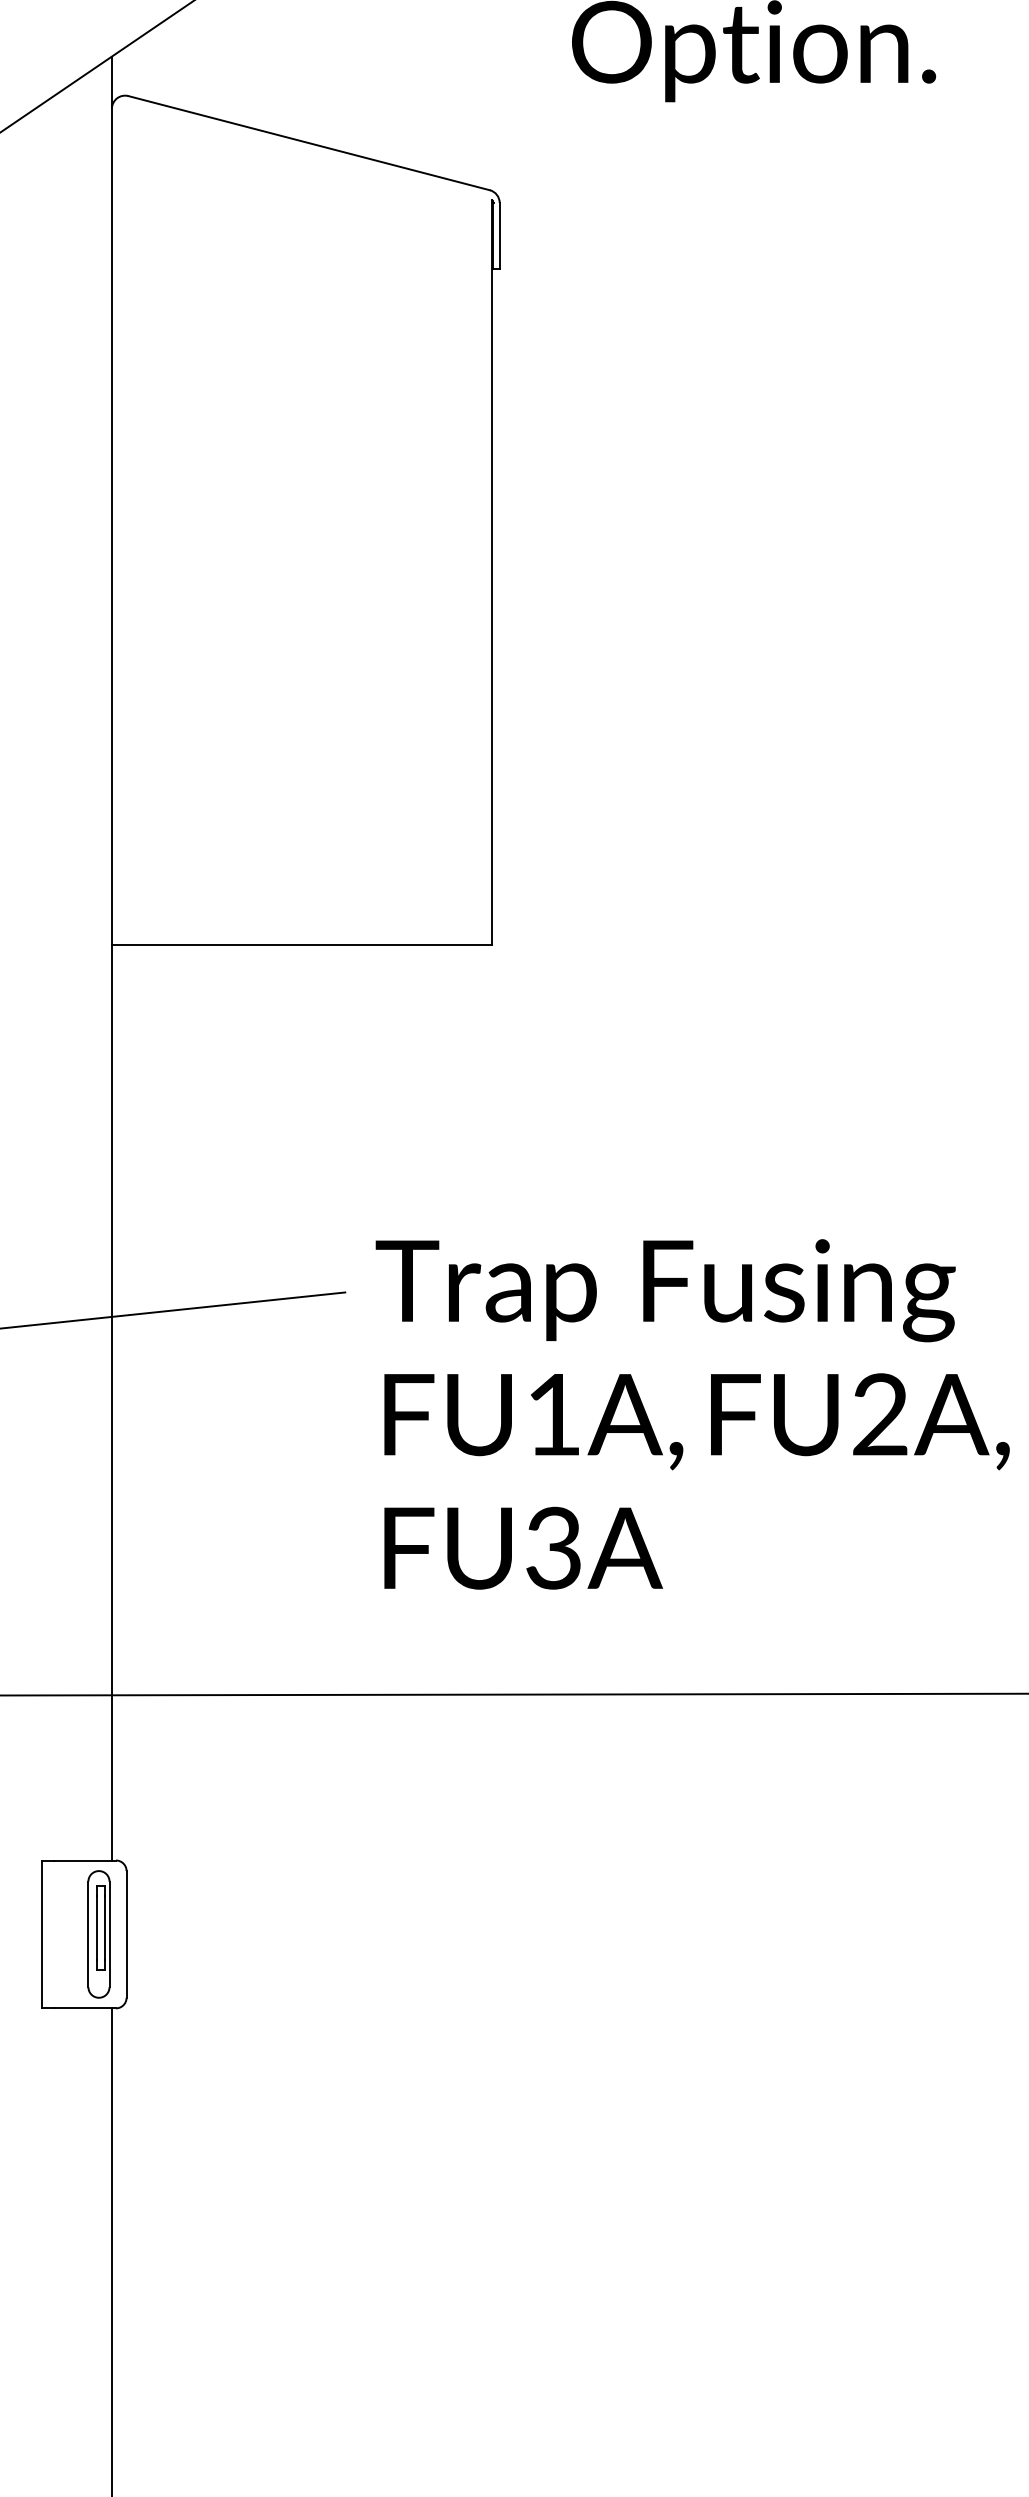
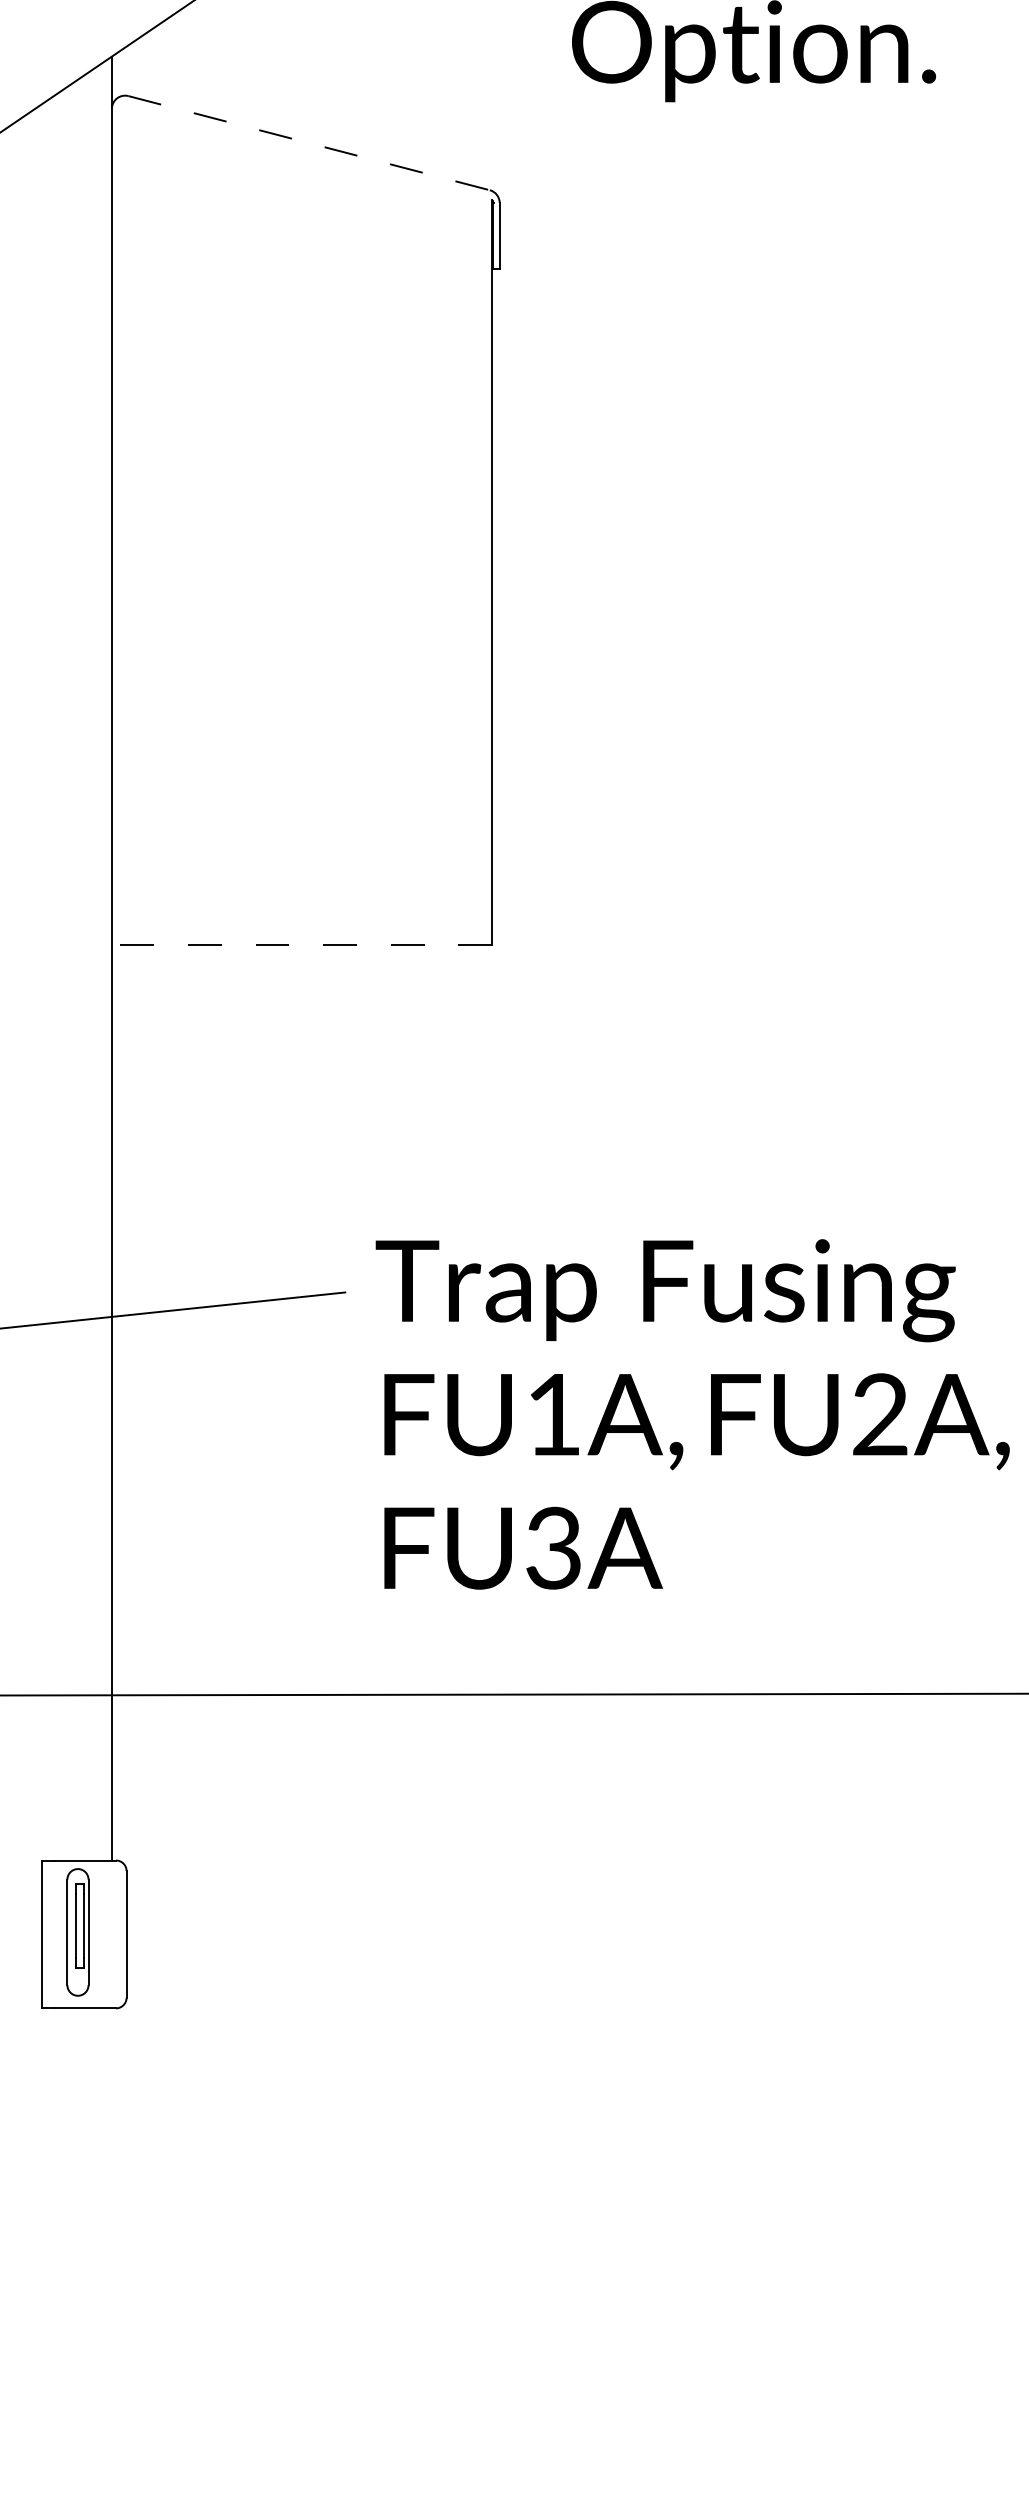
line at (309, 143): solid -> dashed
line at (301, 944): solid -> dashed
part at (98, 1934) position: (98, 1934) -> (77, 1932)
line at (111, 2250): present -> none
